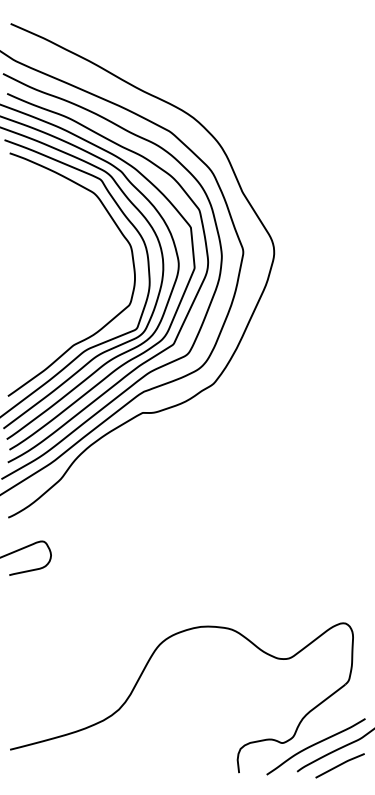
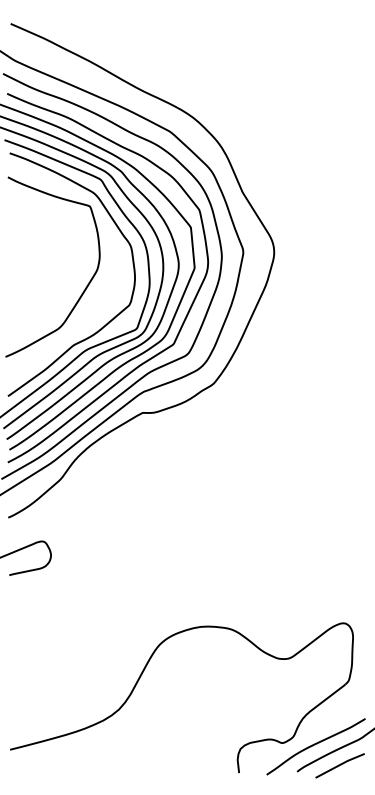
curve at (86, 285): none -> present
